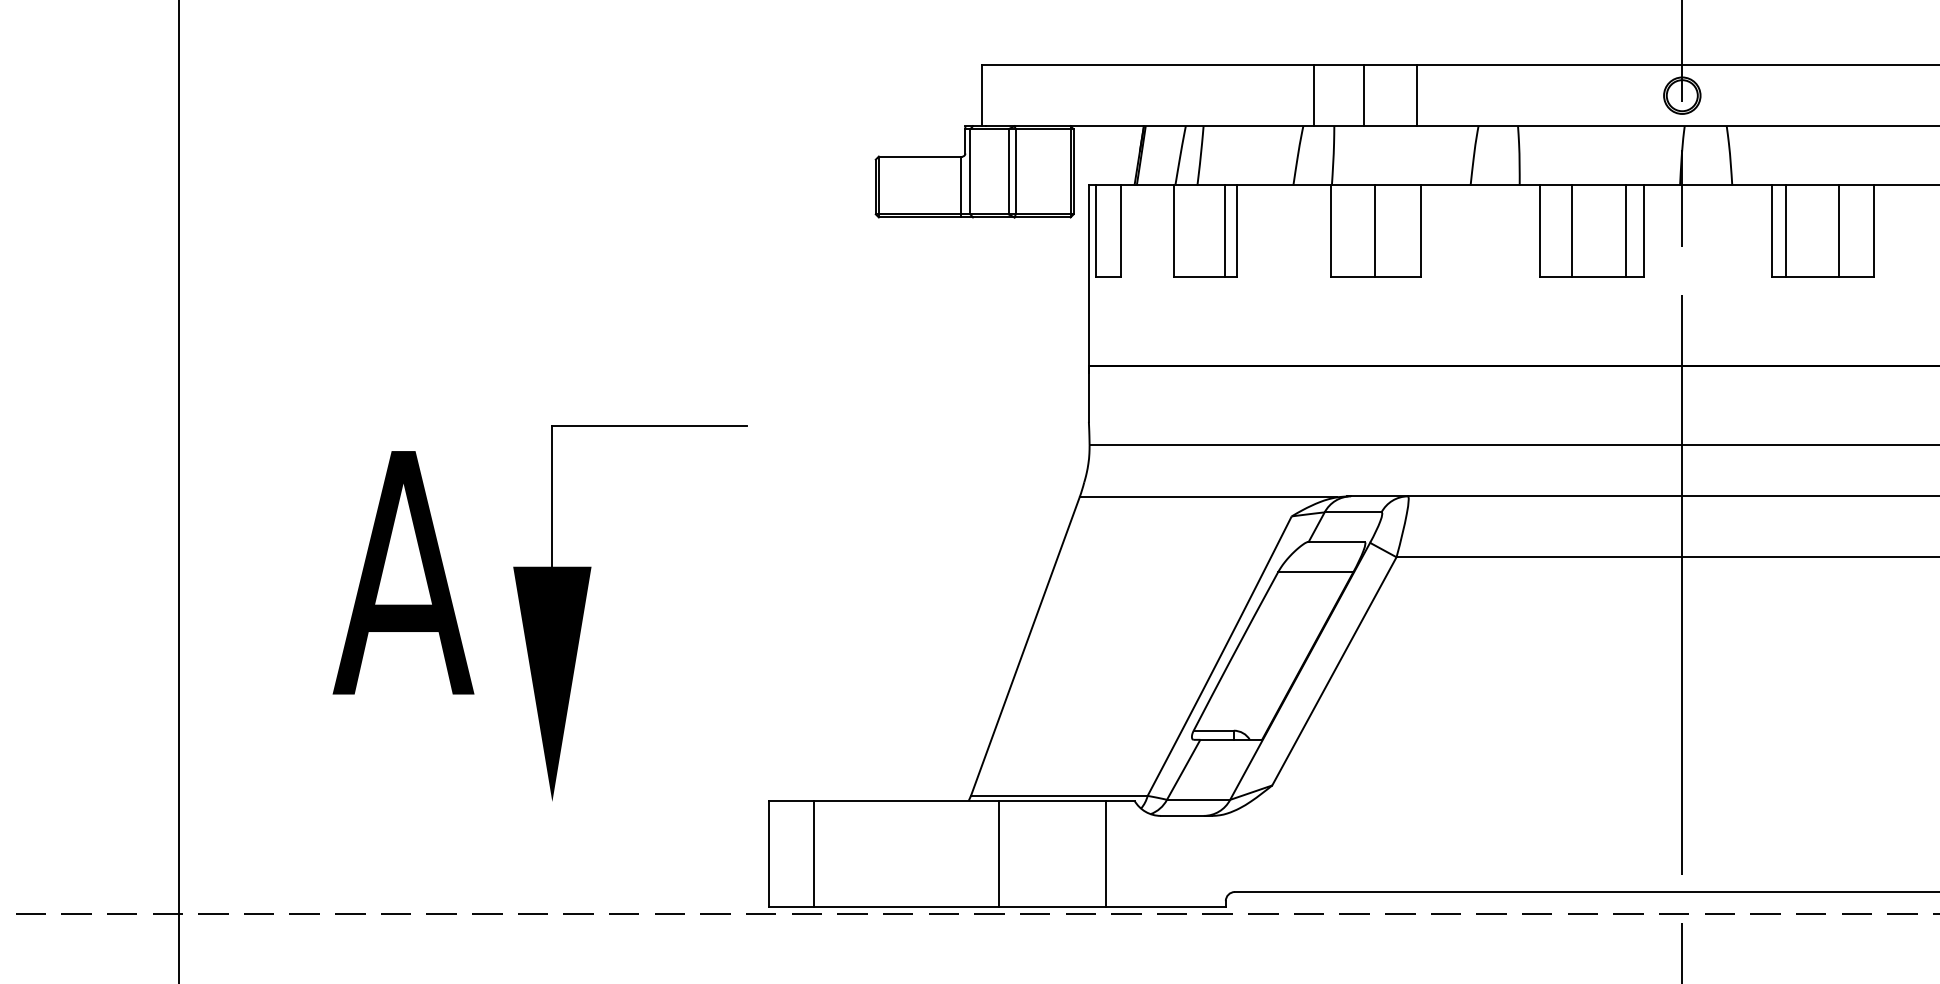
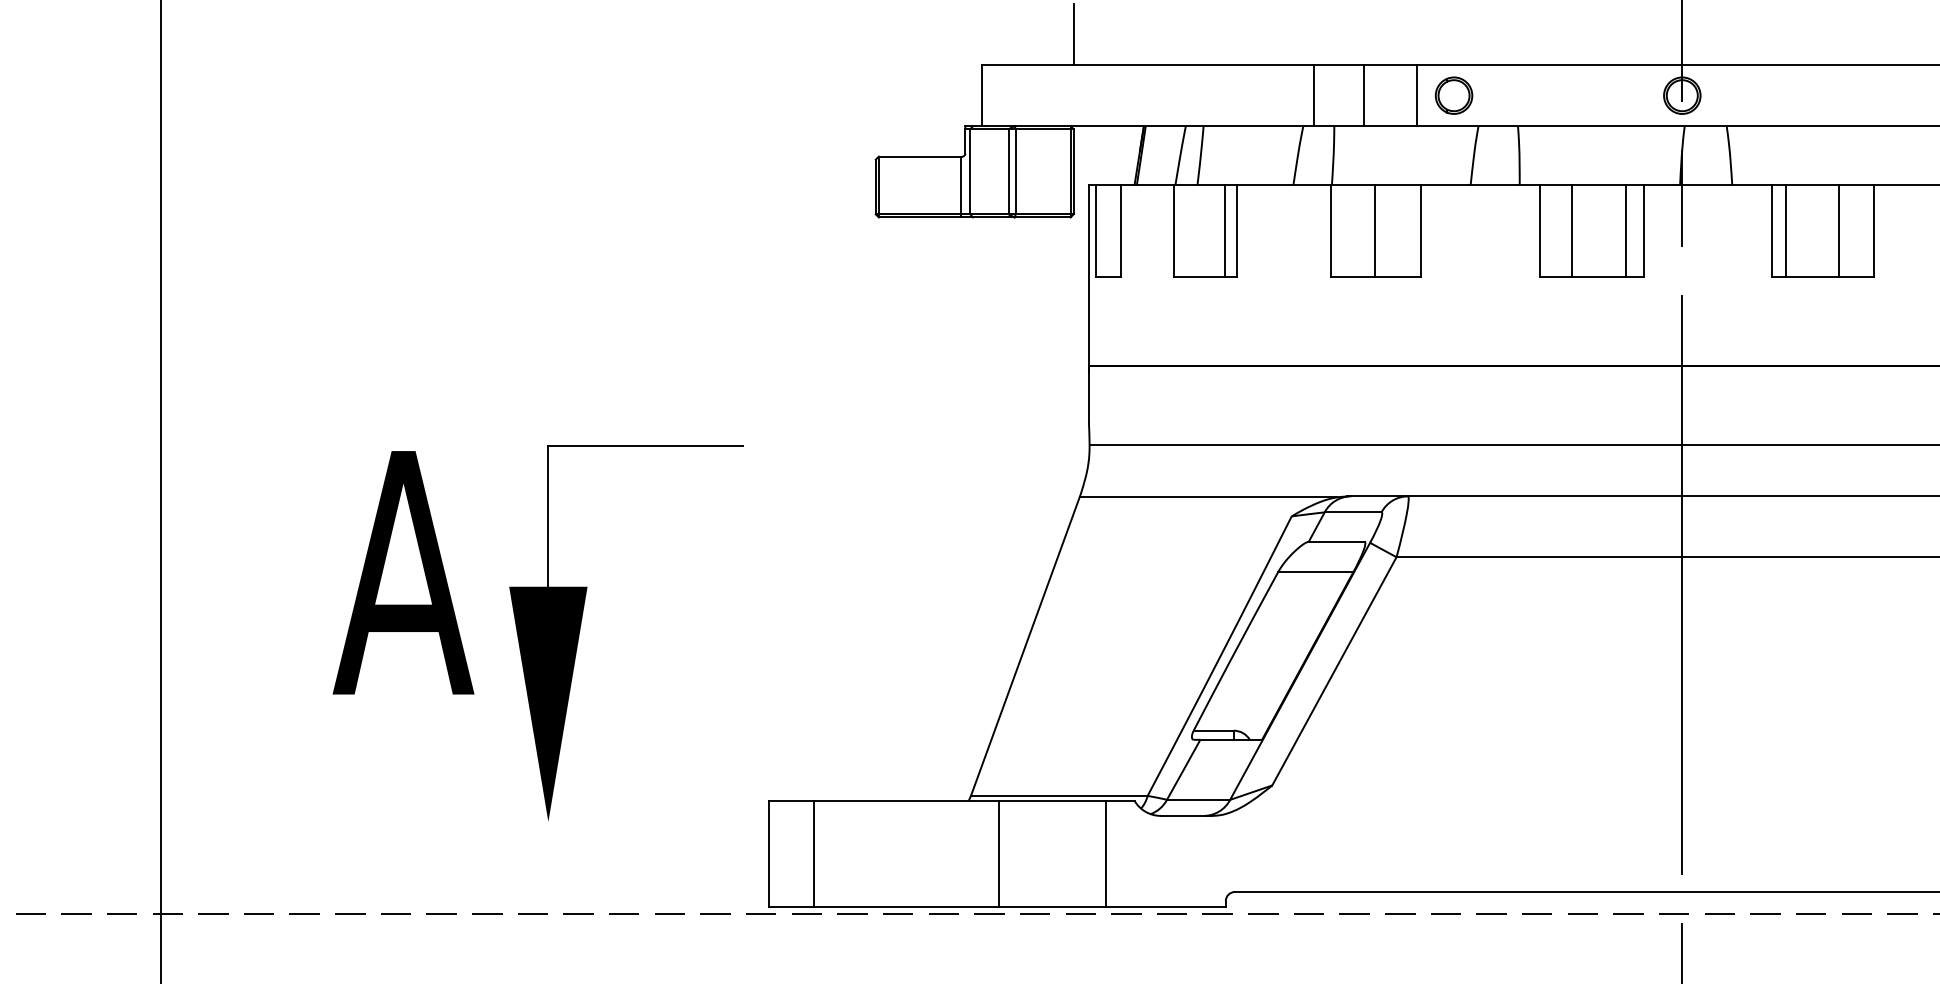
line at (1073, 34): none -> present
part at (1453, 95): none -> present
line at (178, 491) position: (178, 491) -> (160, 491)
part at (585, 605) position: (585, 605) -> (581, 625)
